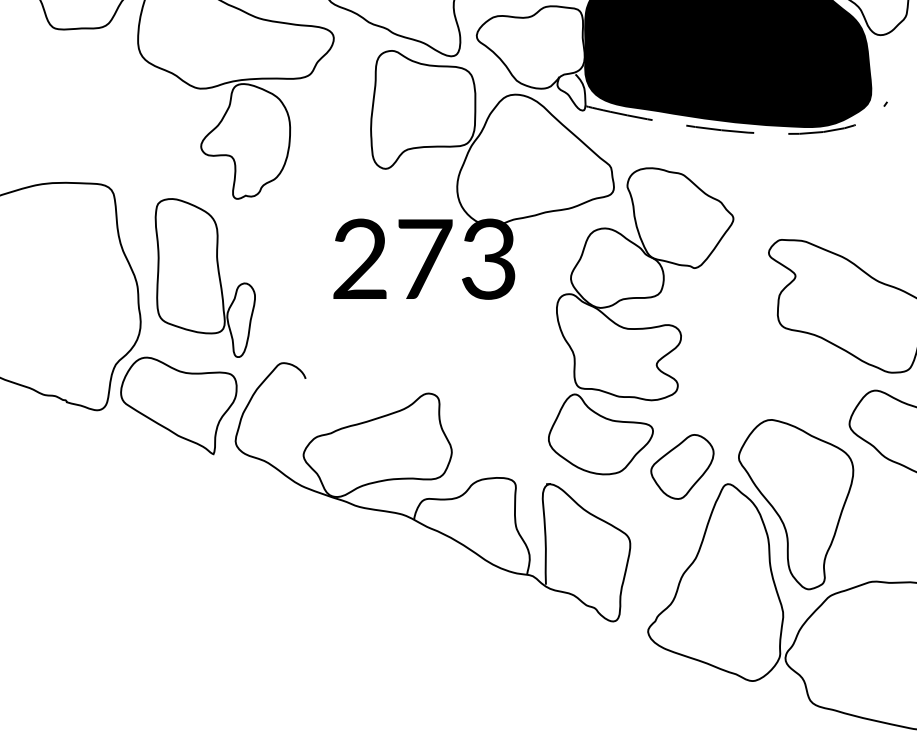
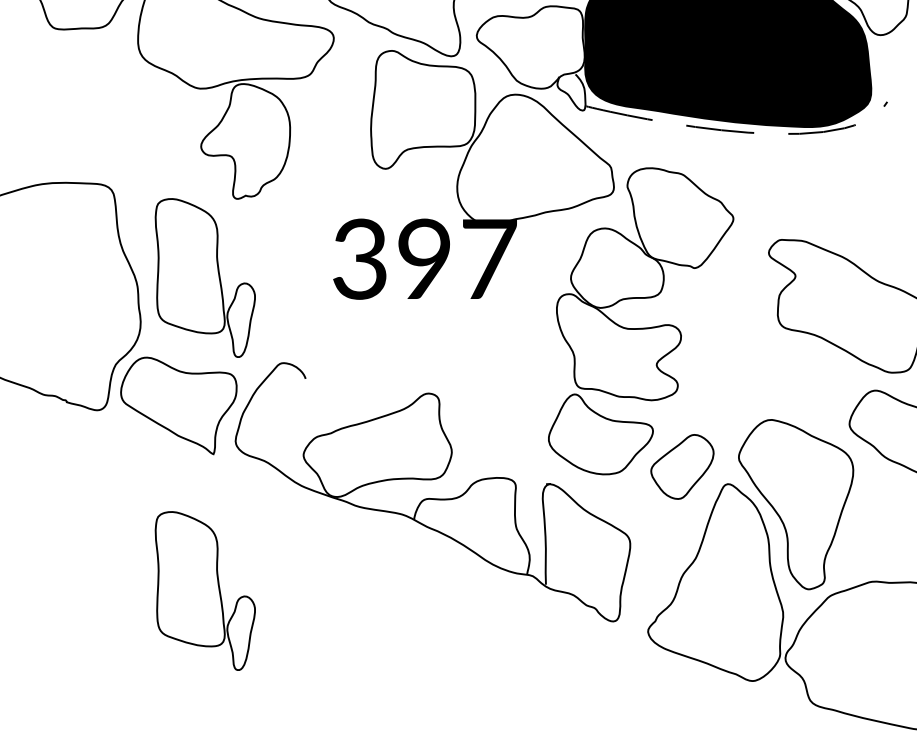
text at (424, 258): 273 -> 397
part at (204, 590): none -> present
